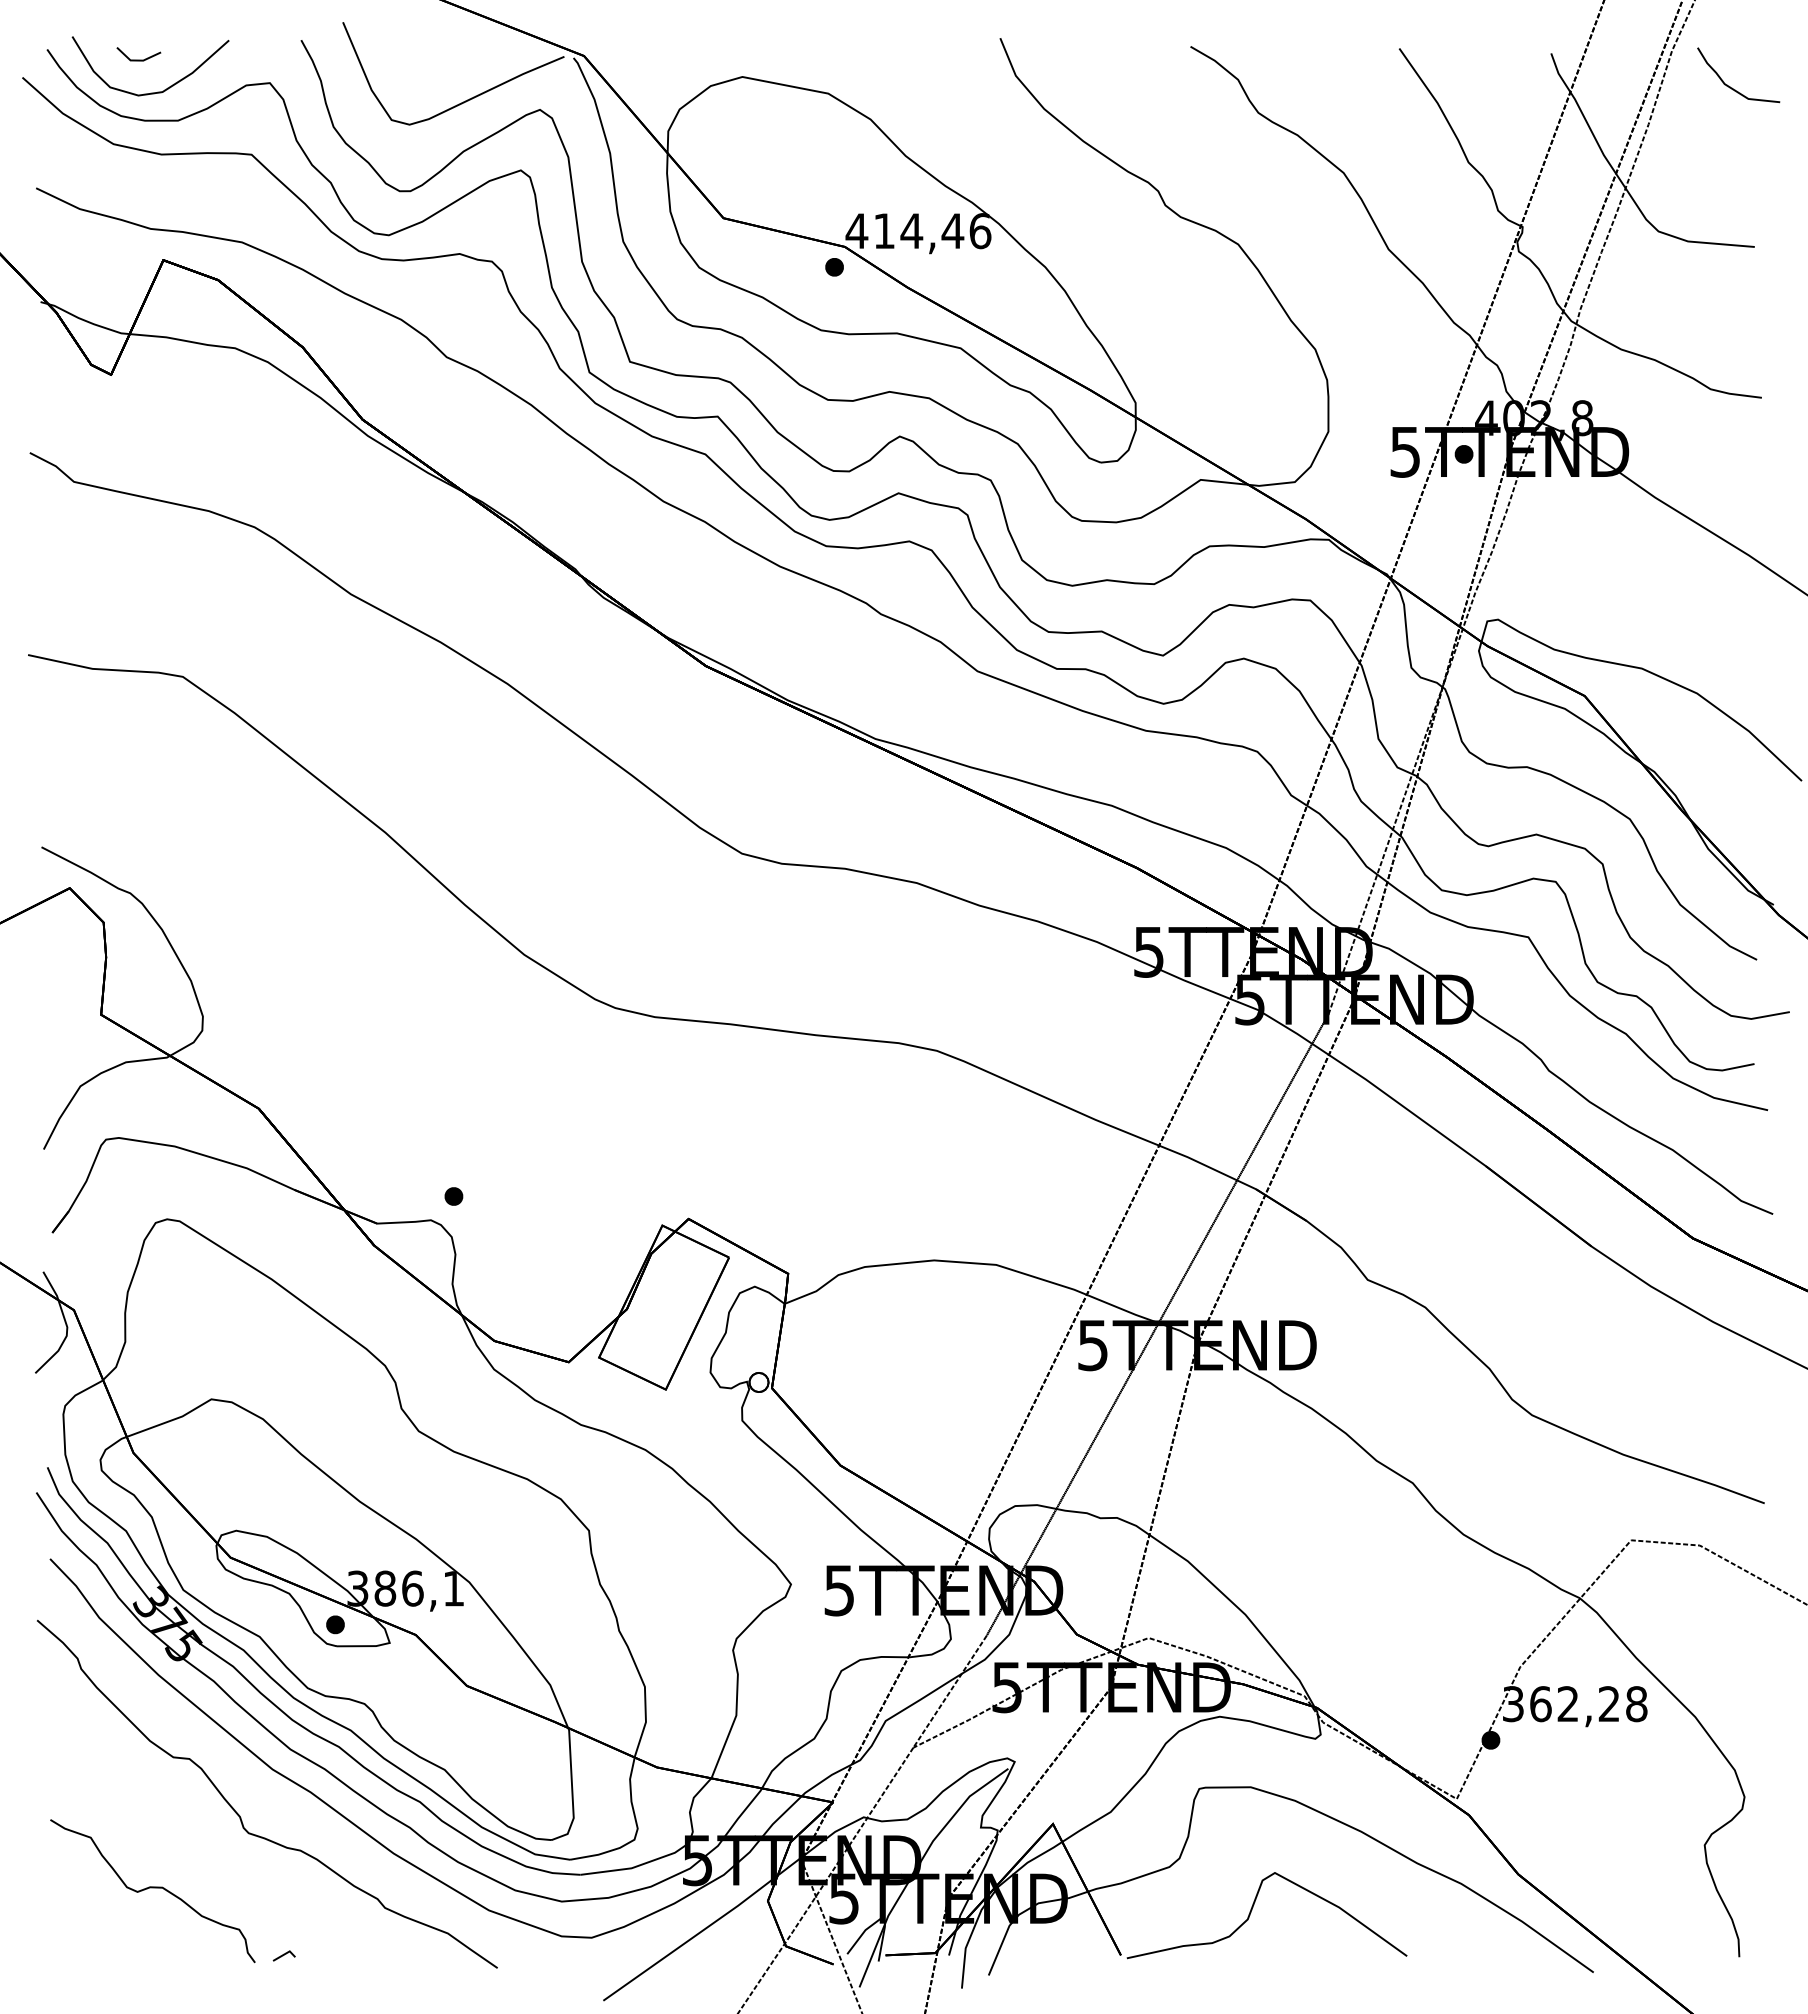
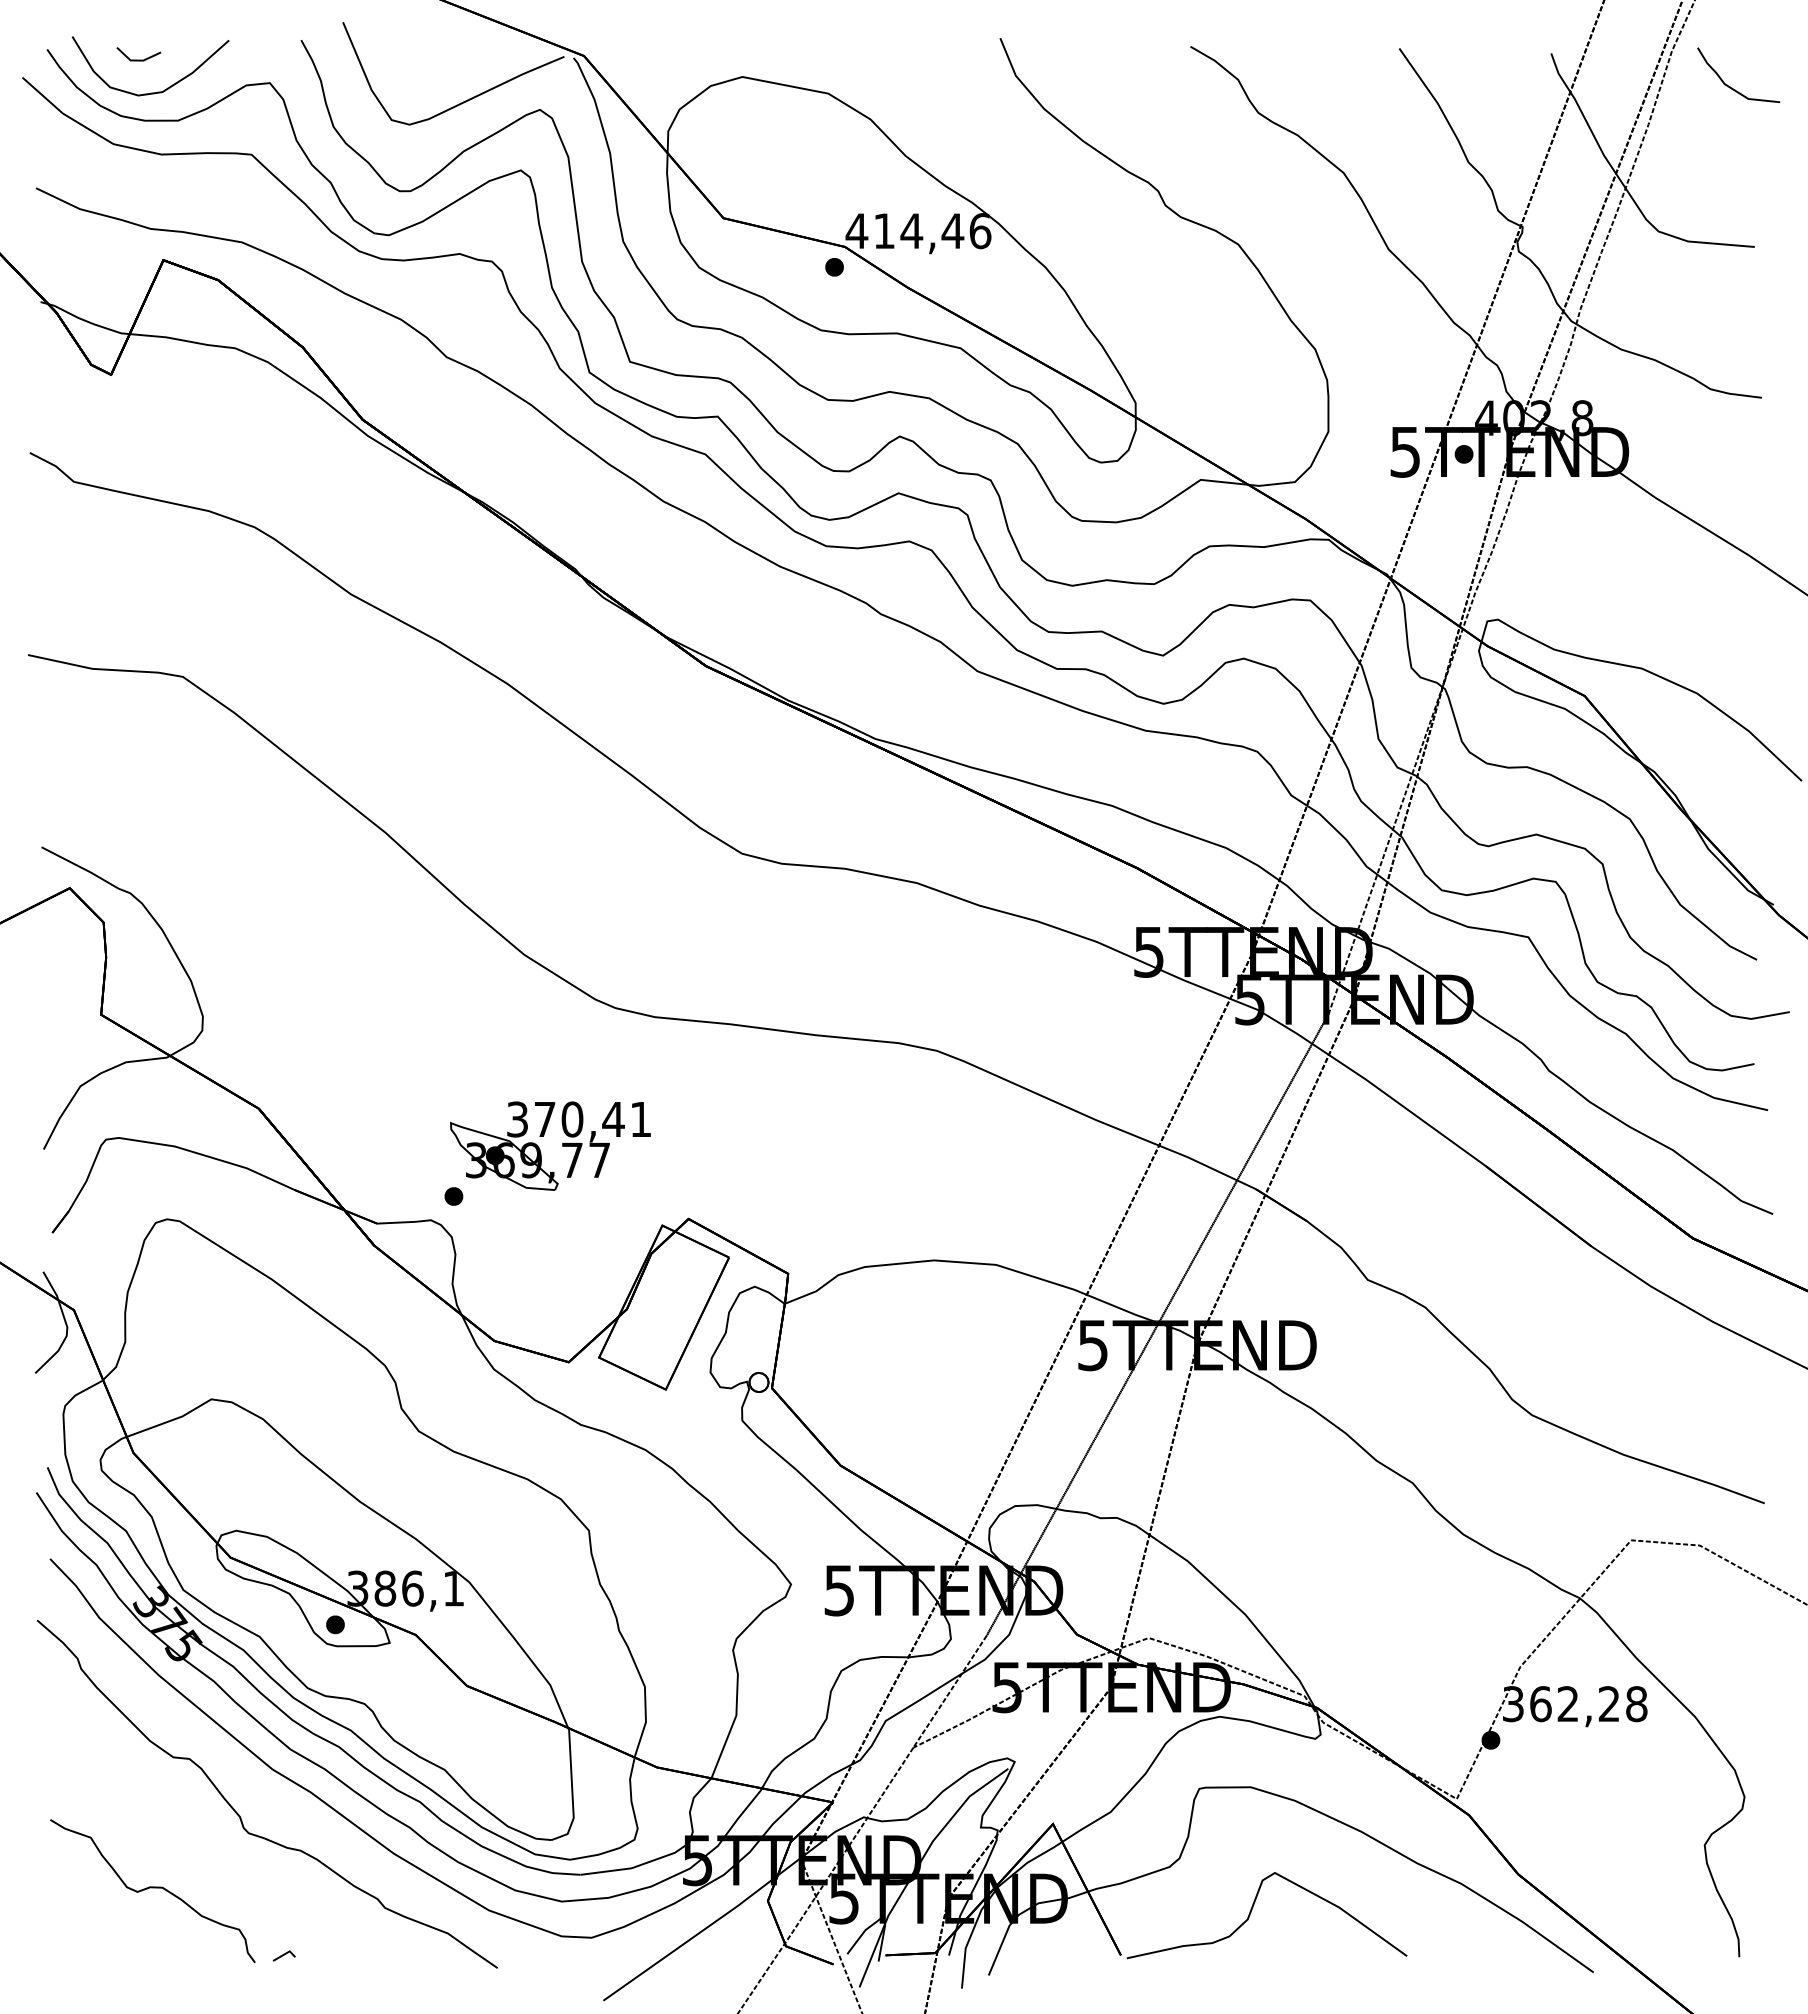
part at (540, 1149): none -> present
